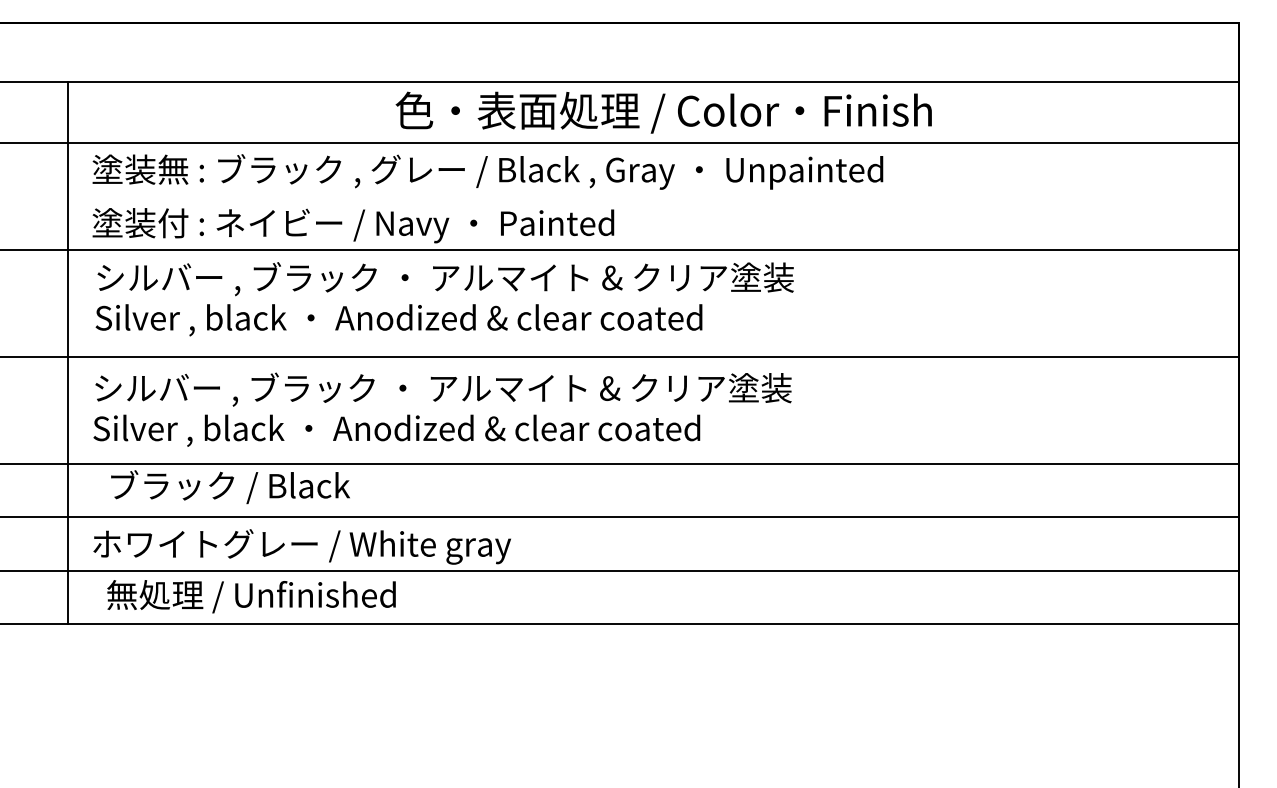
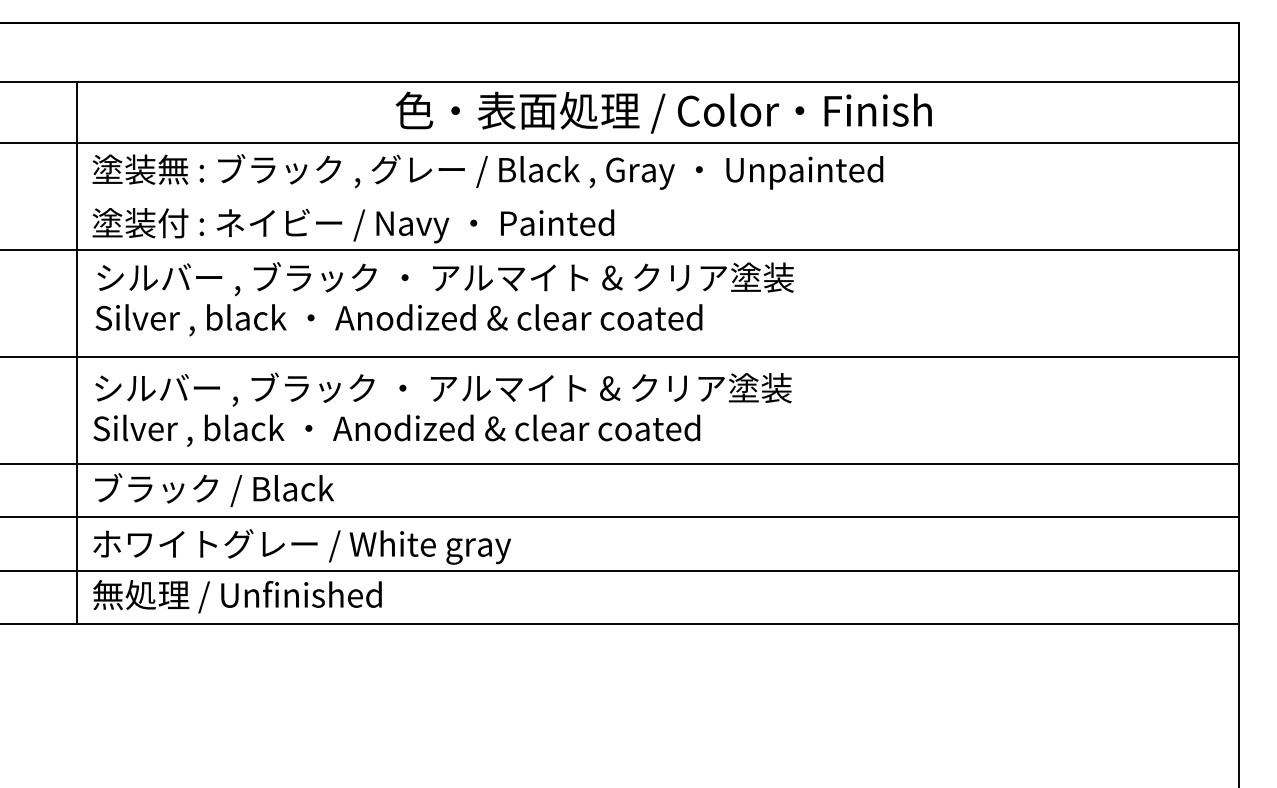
line at (67, 352) position: (67, 352) -> (76, 352)
text at (230, 487) position: (230, 487) -> (214, 490)
text at (251, 596) position: (251, 596) -> (237, 596)
